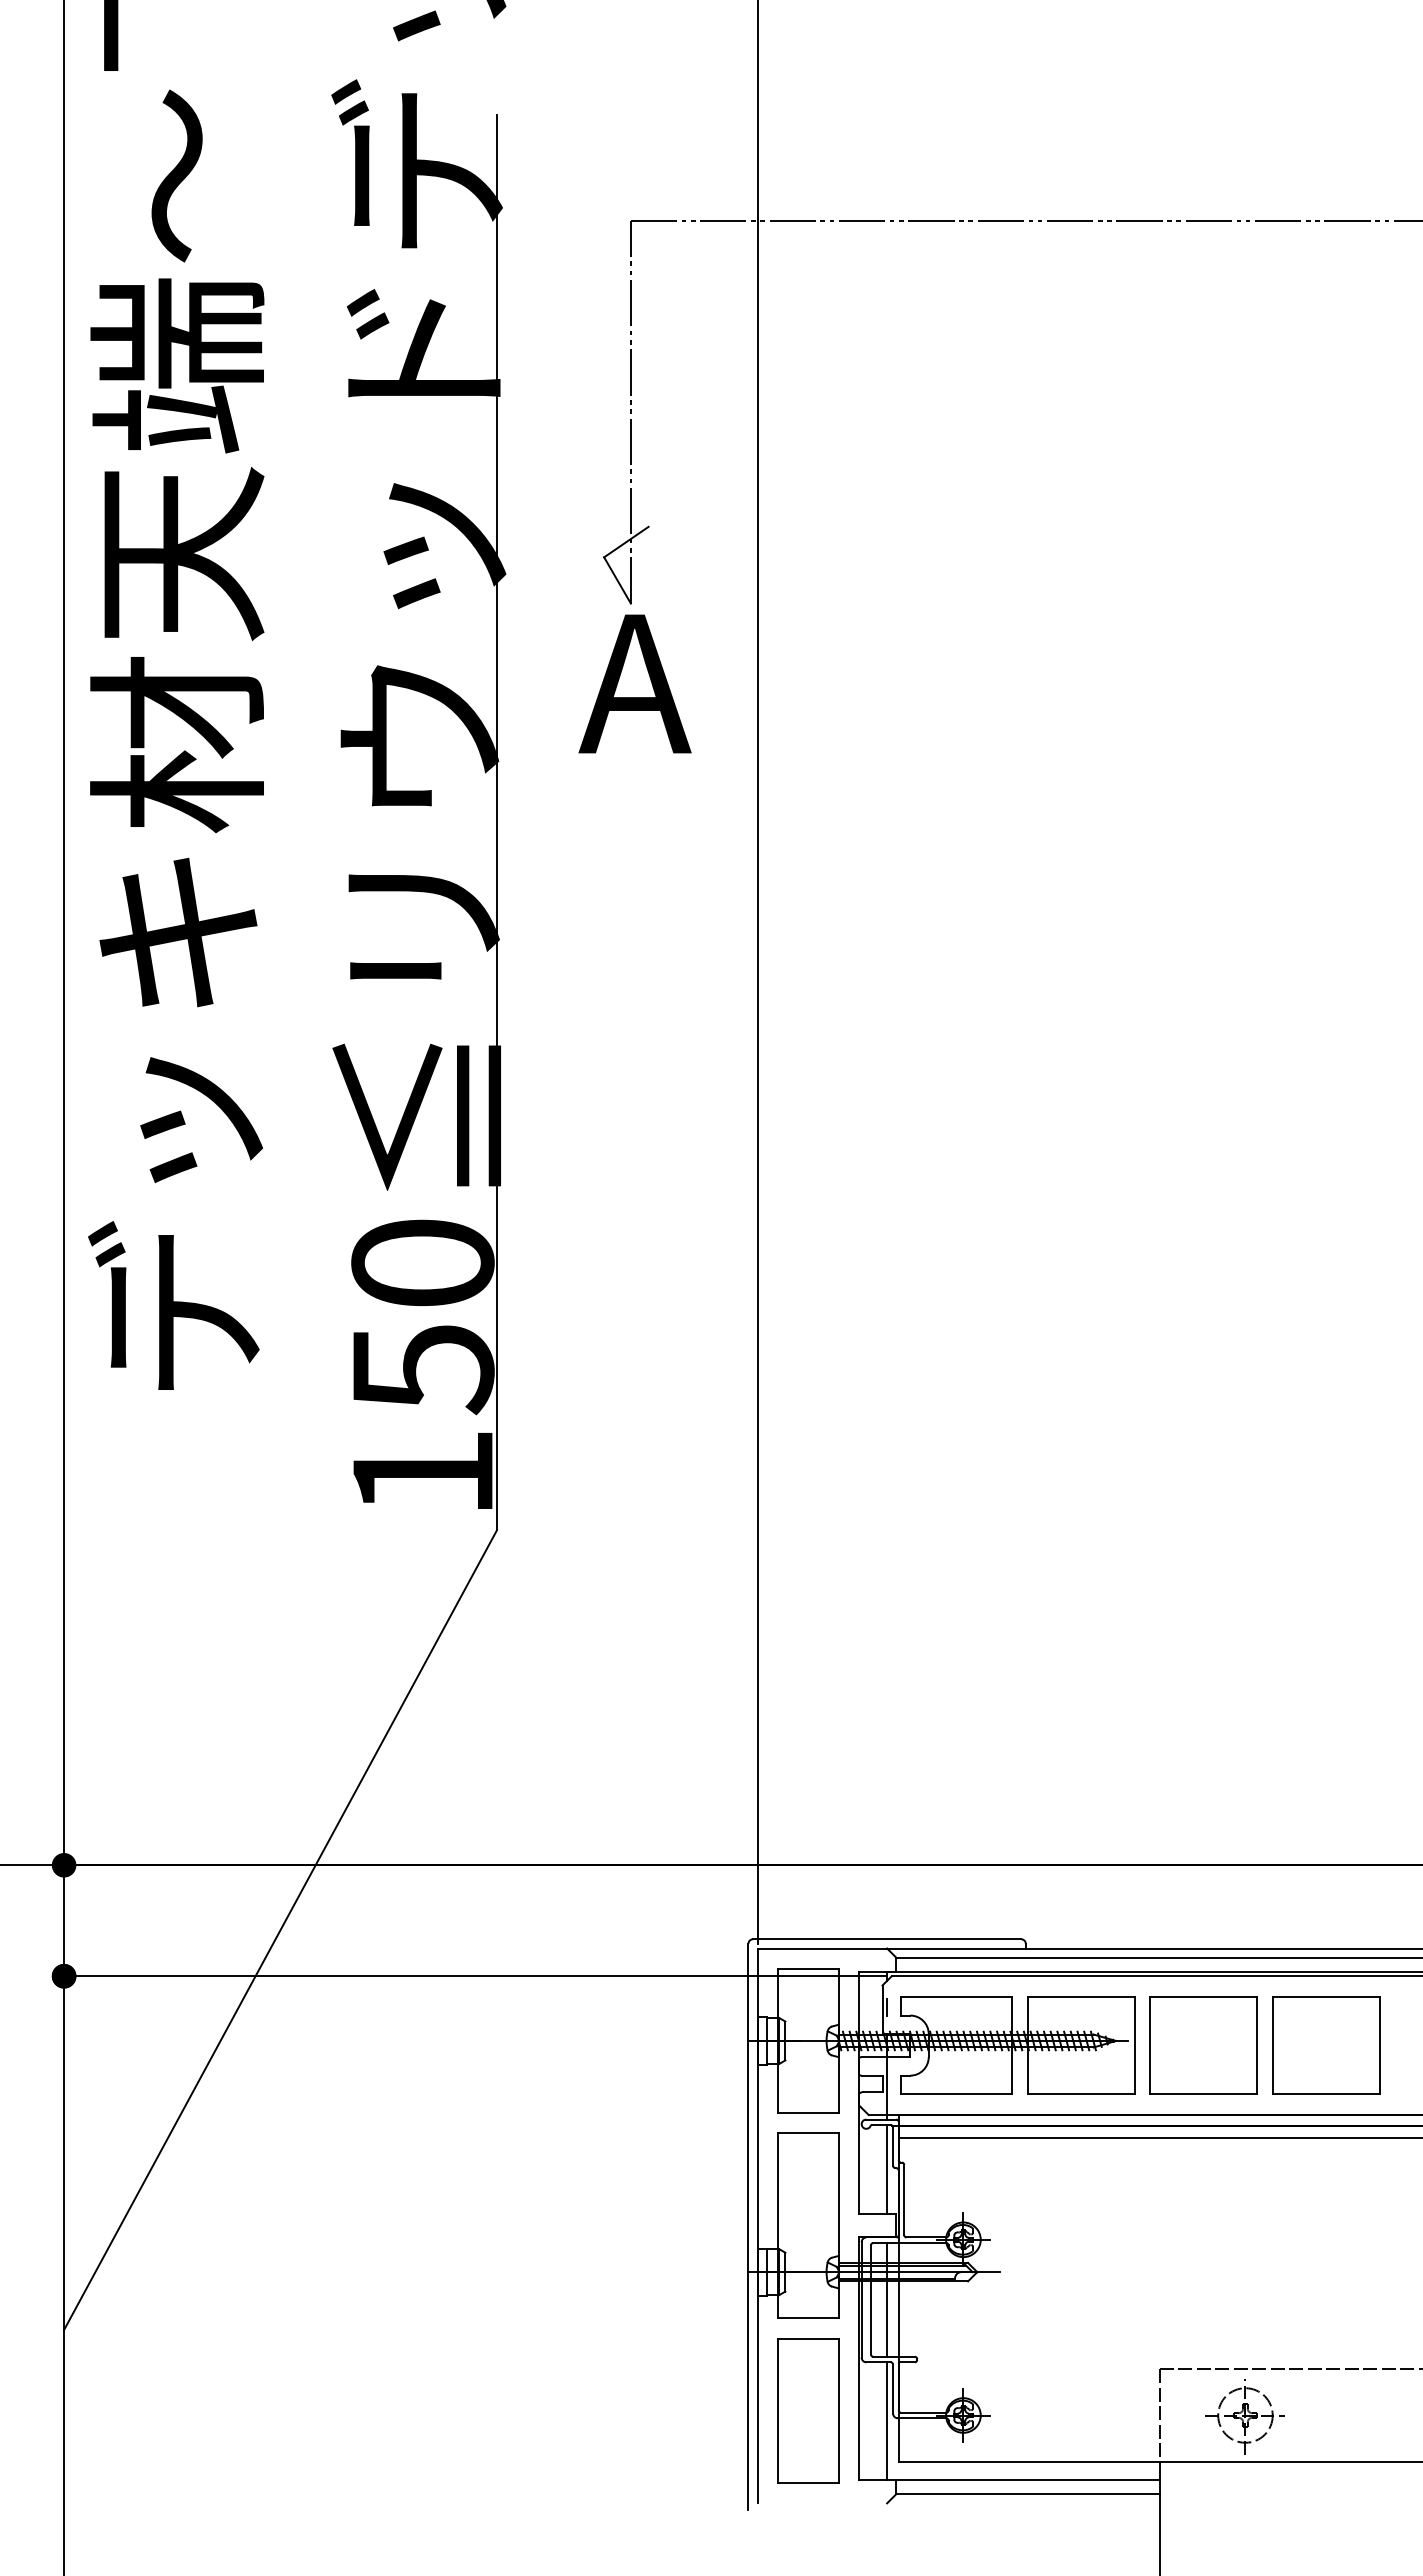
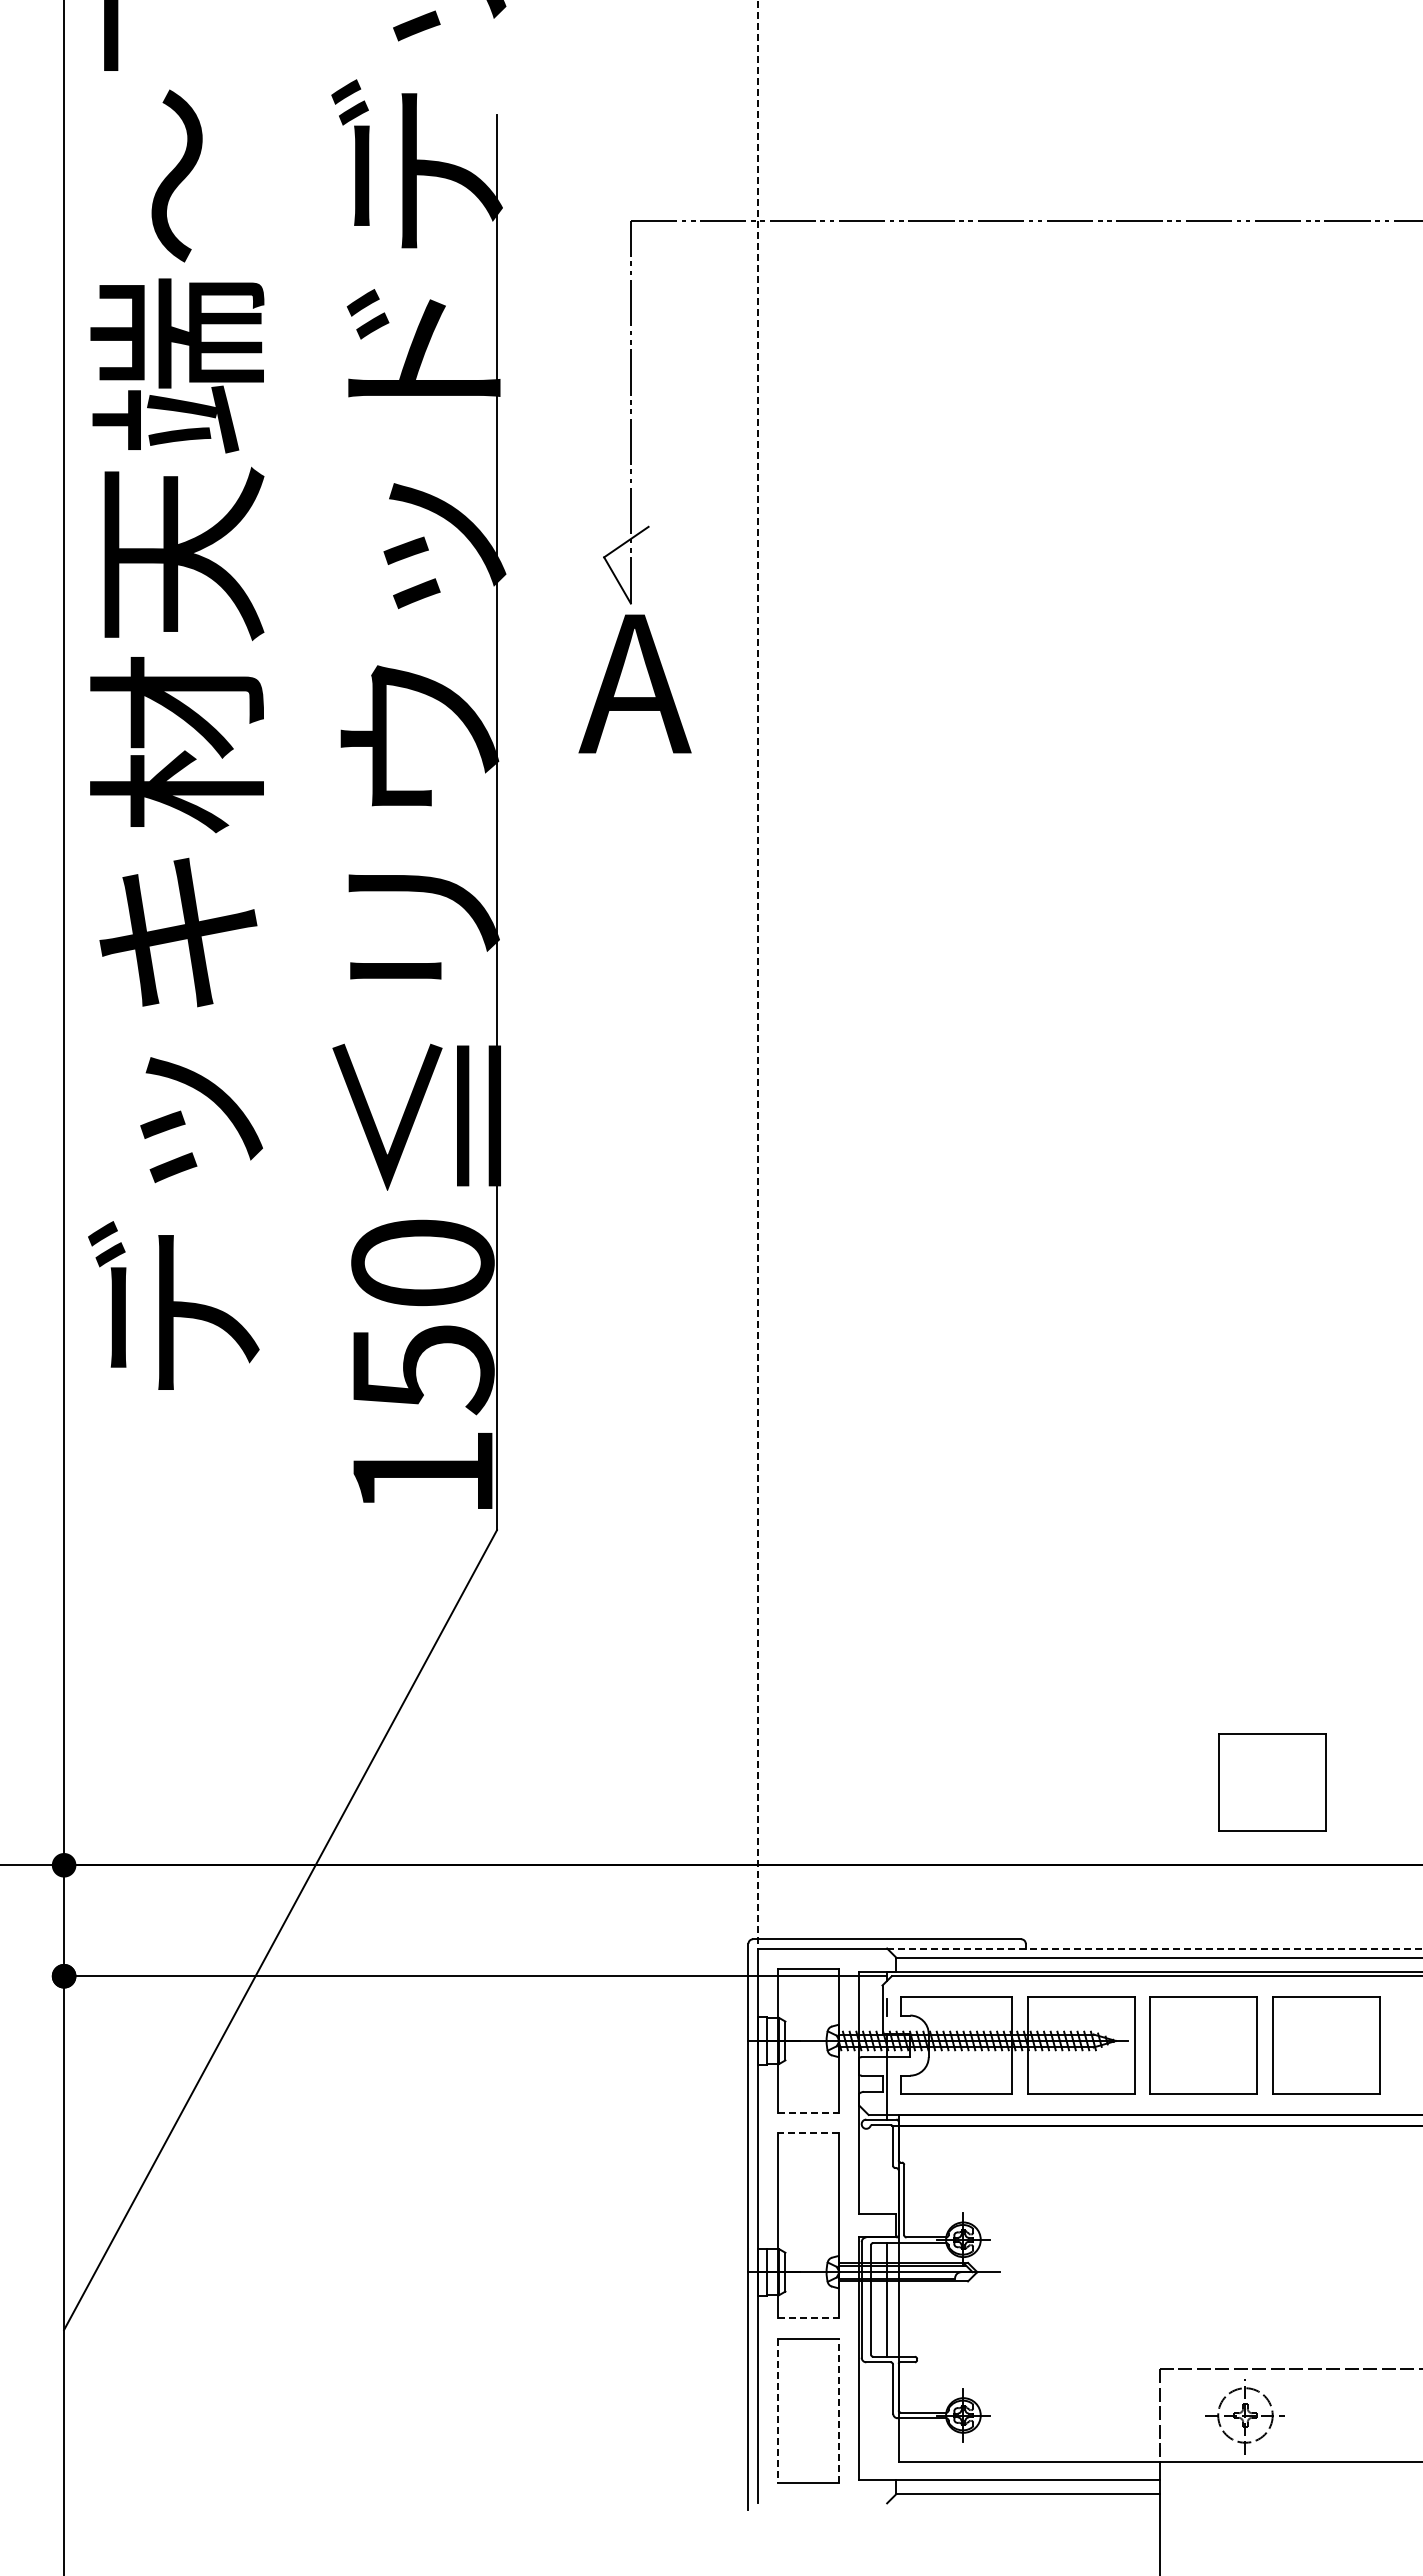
line at (757, 972): solid -> dashed
part at (1272, 1782): none -> present
line at (1155, 1948): solid -> dashed
line at (809, 2112): solid -> dashed
line at (808, 2133): solid -> dashed
line at (1158, 2138): present -> none
line at (887, 2169): present -> none
line at (809, 2318): solid -> dashed
line at (778, 2410): solid -> dashed
line at (838, 2410): solid -> dashed
line at (887, 2421): present -> none
